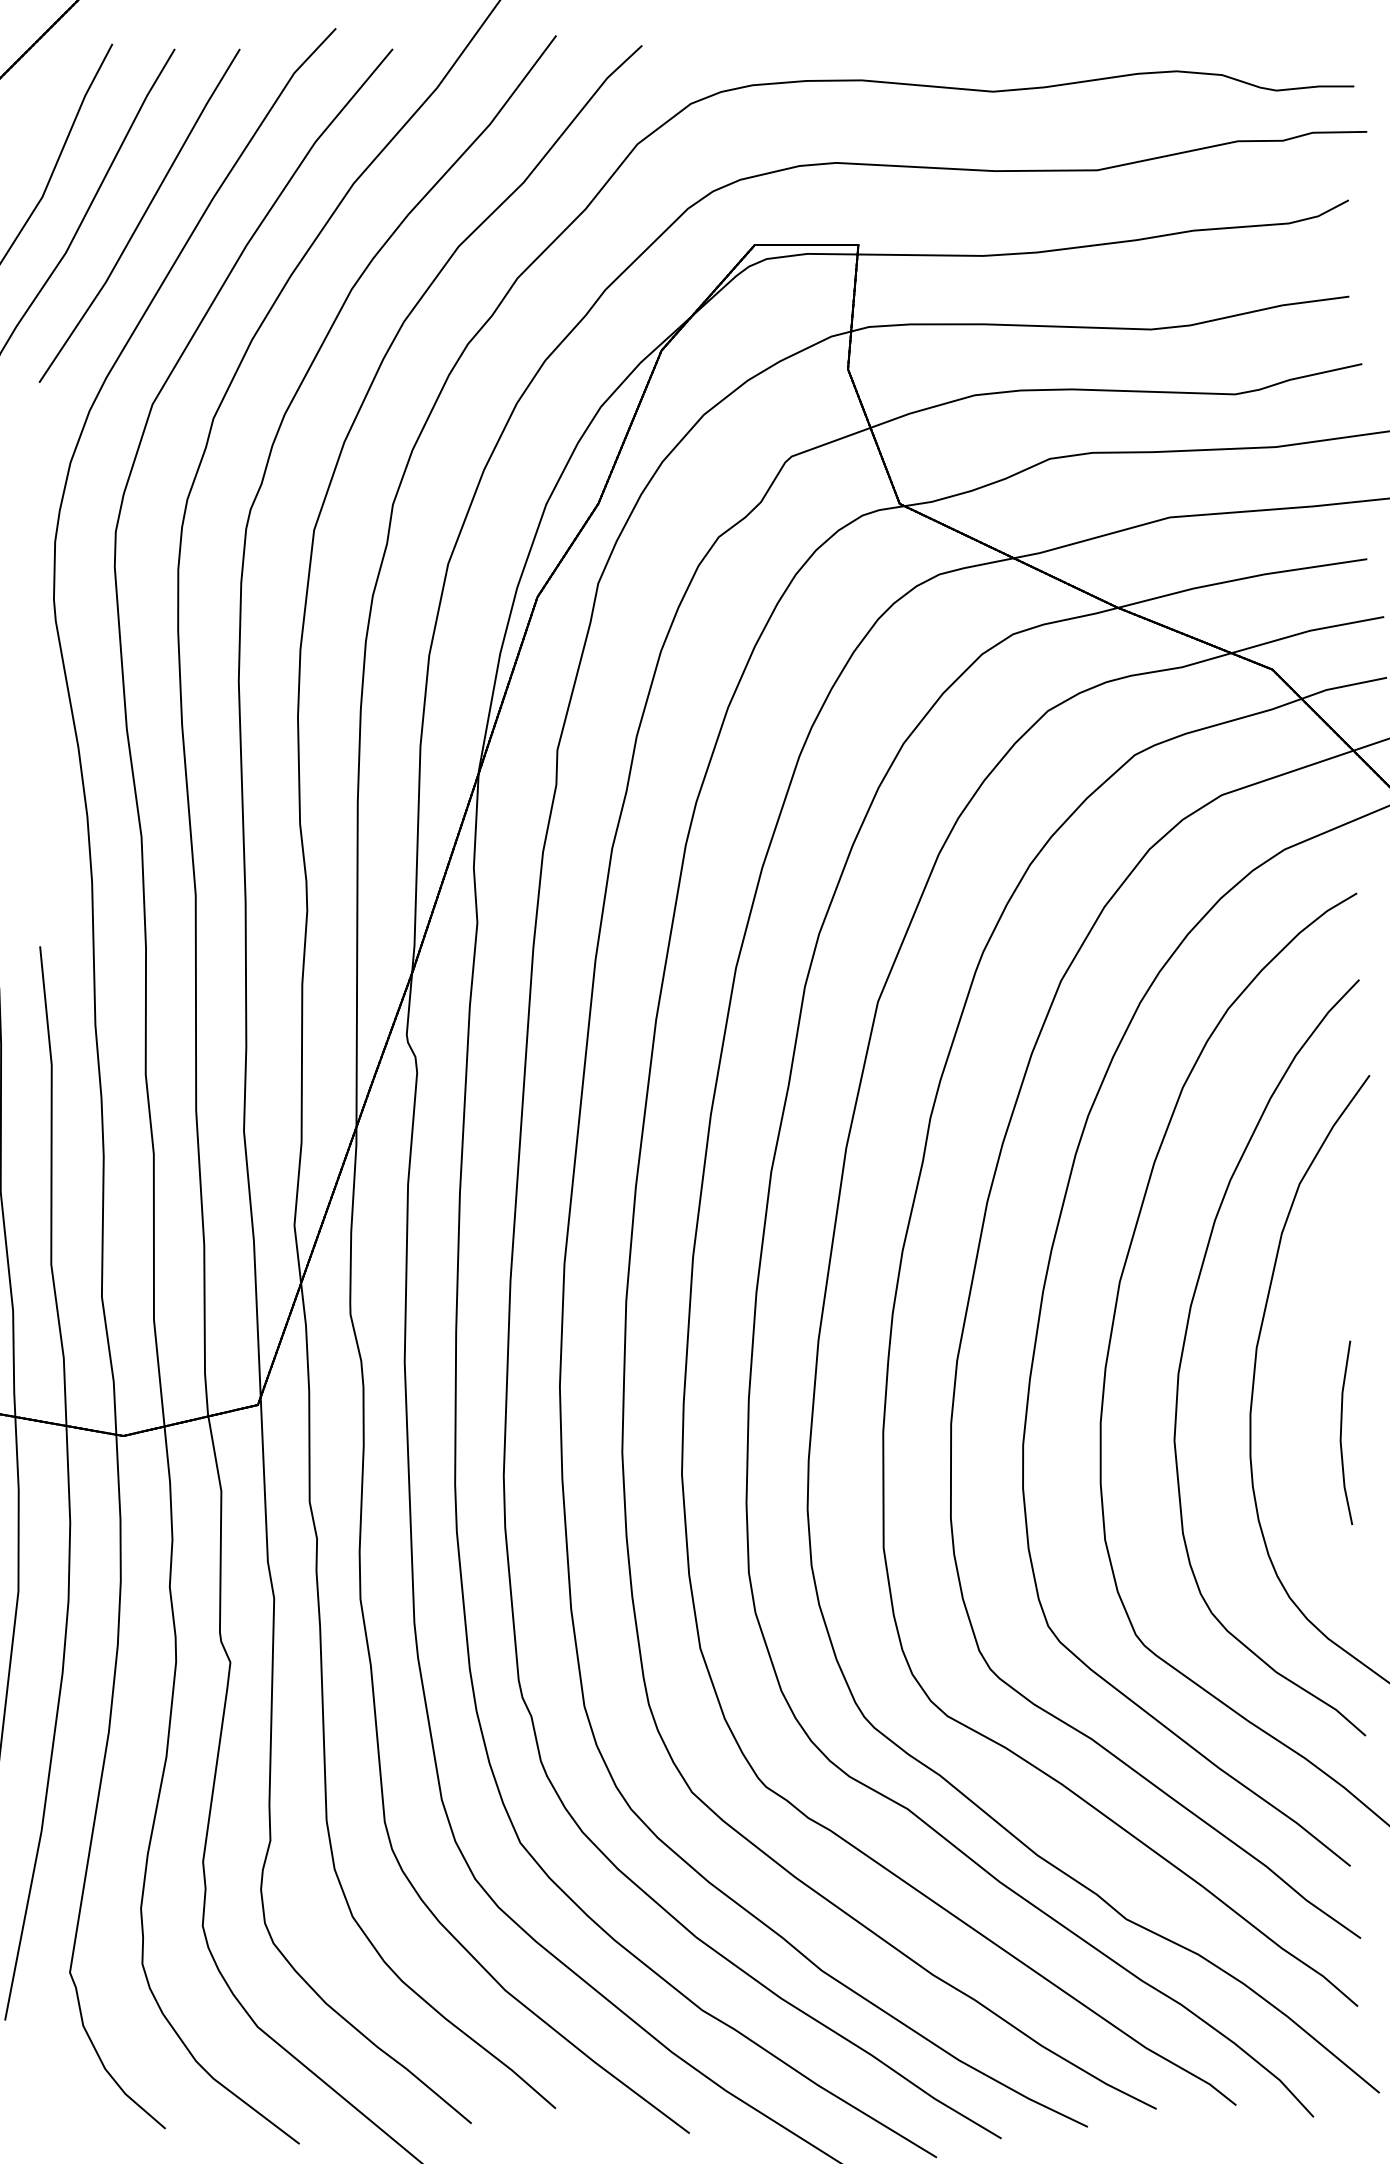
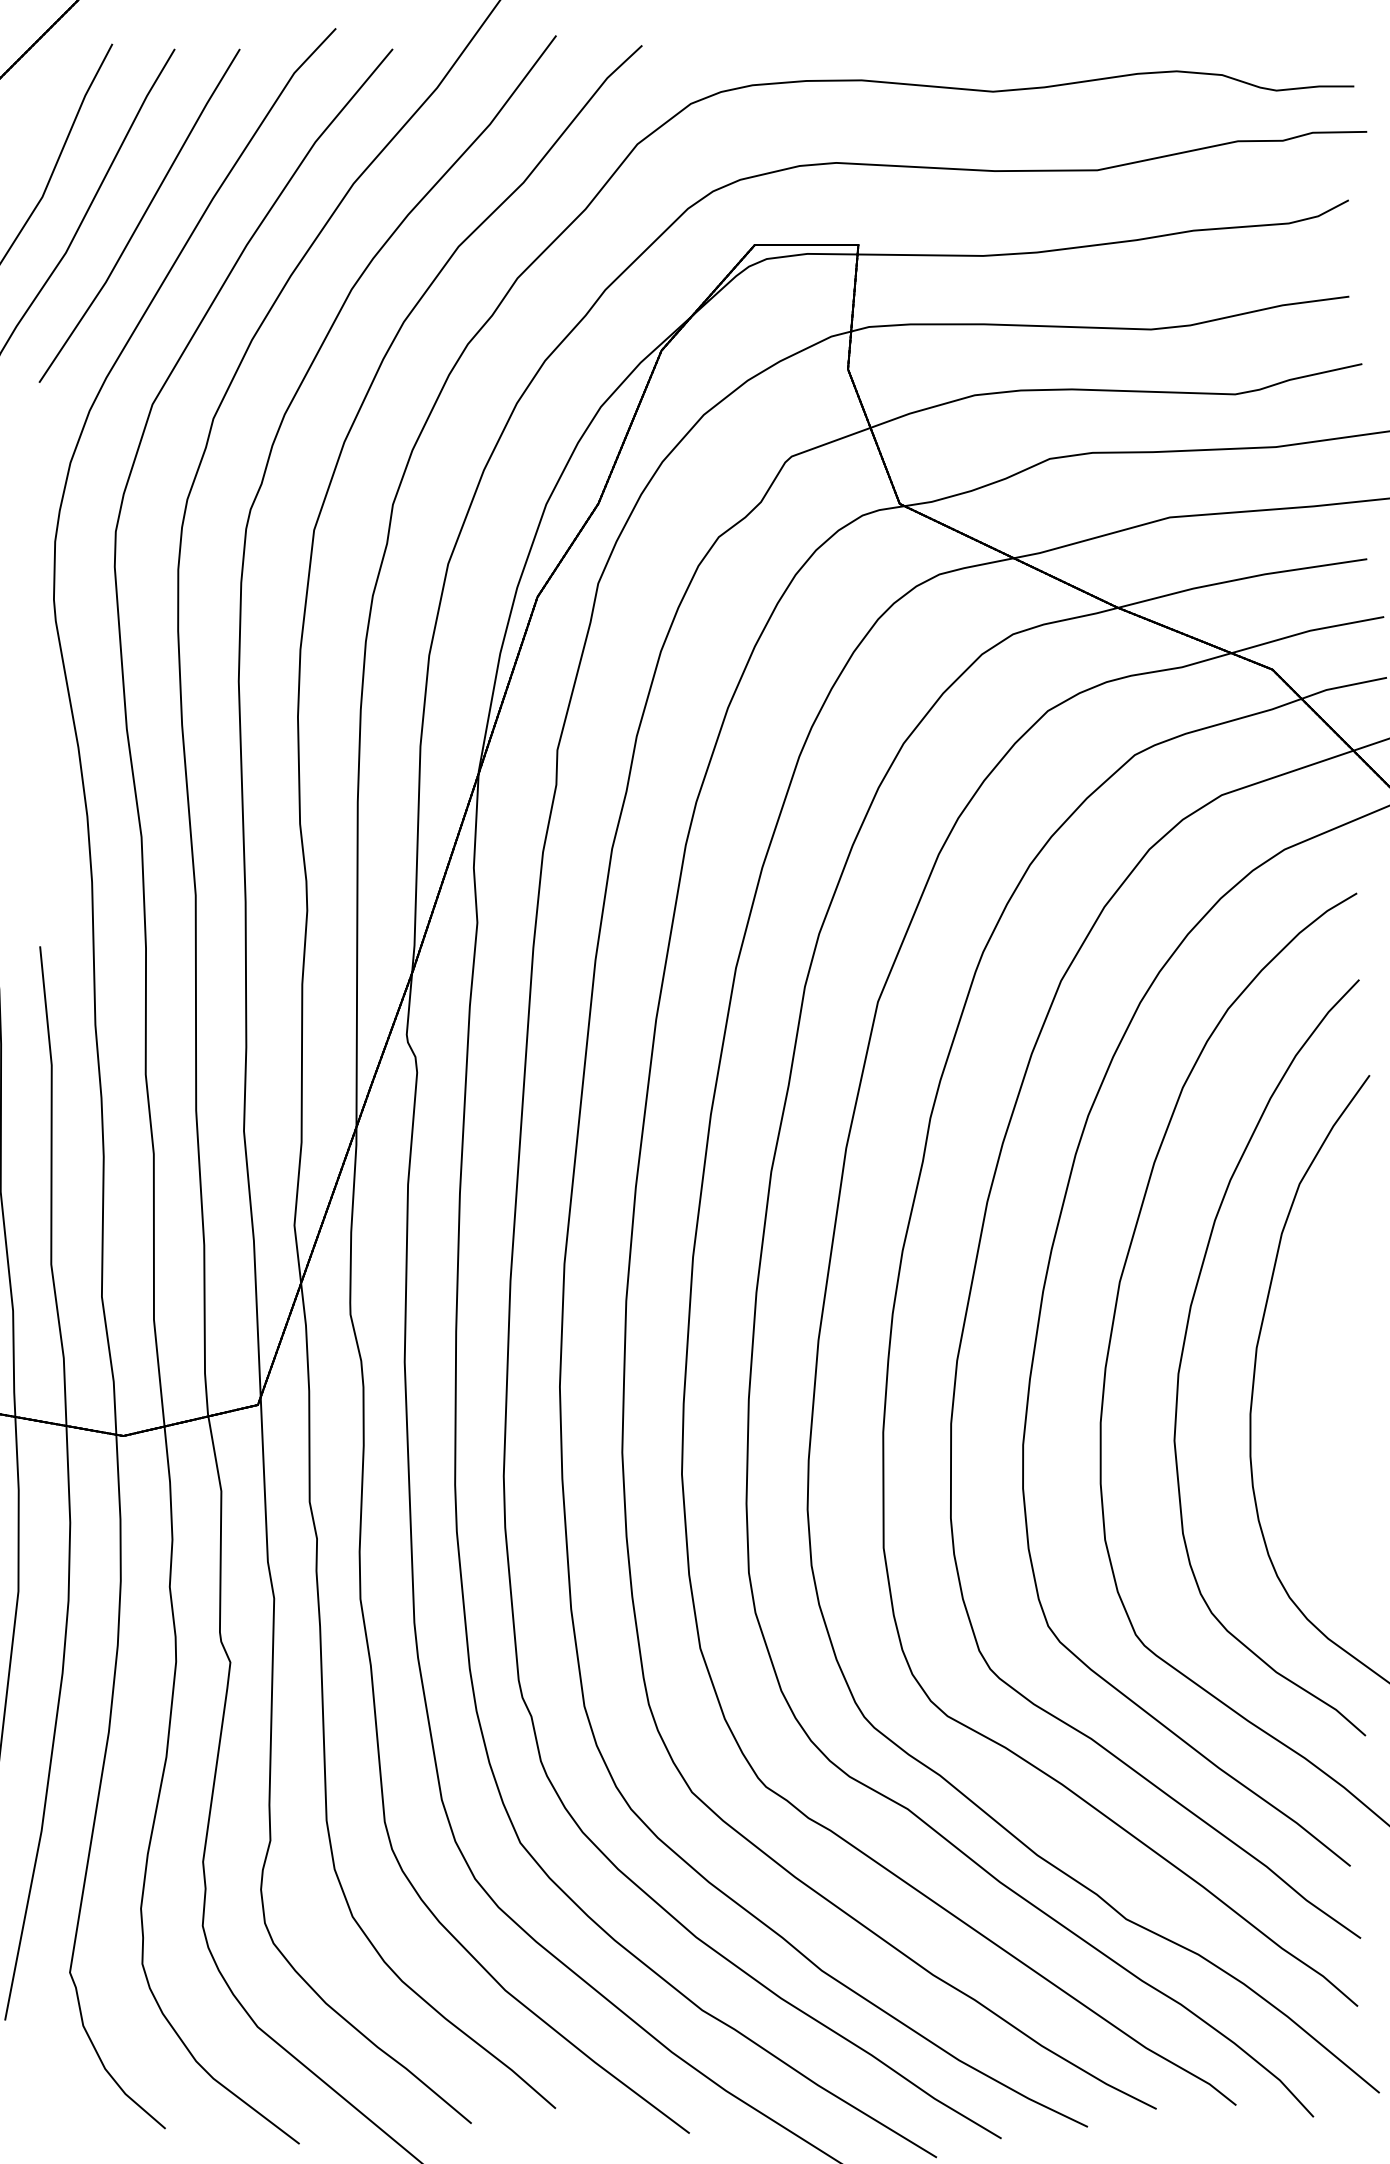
part at (1346, 1432): present -> none
